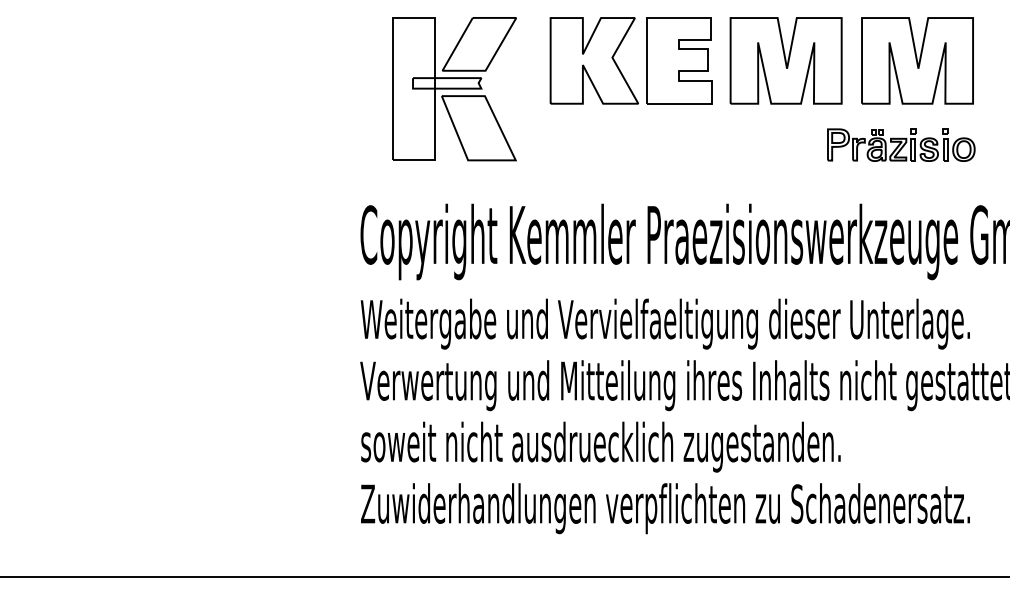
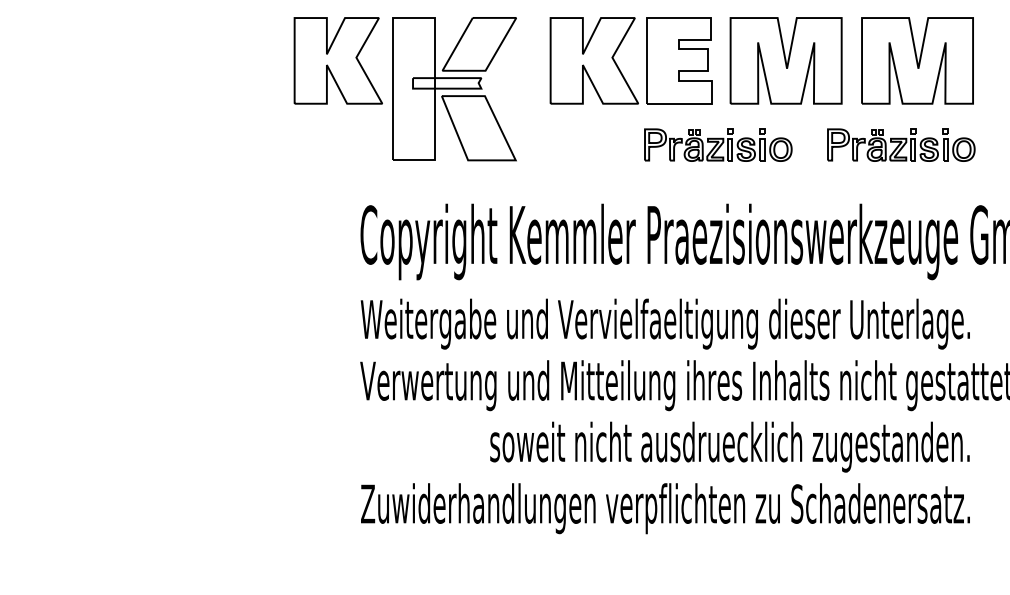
part at (337, 60): none -> present
part at (718, 144): none -> present
text at (600, 446) position: (600, 446) -> (729, 446)
line at (504, 577): present -> none
